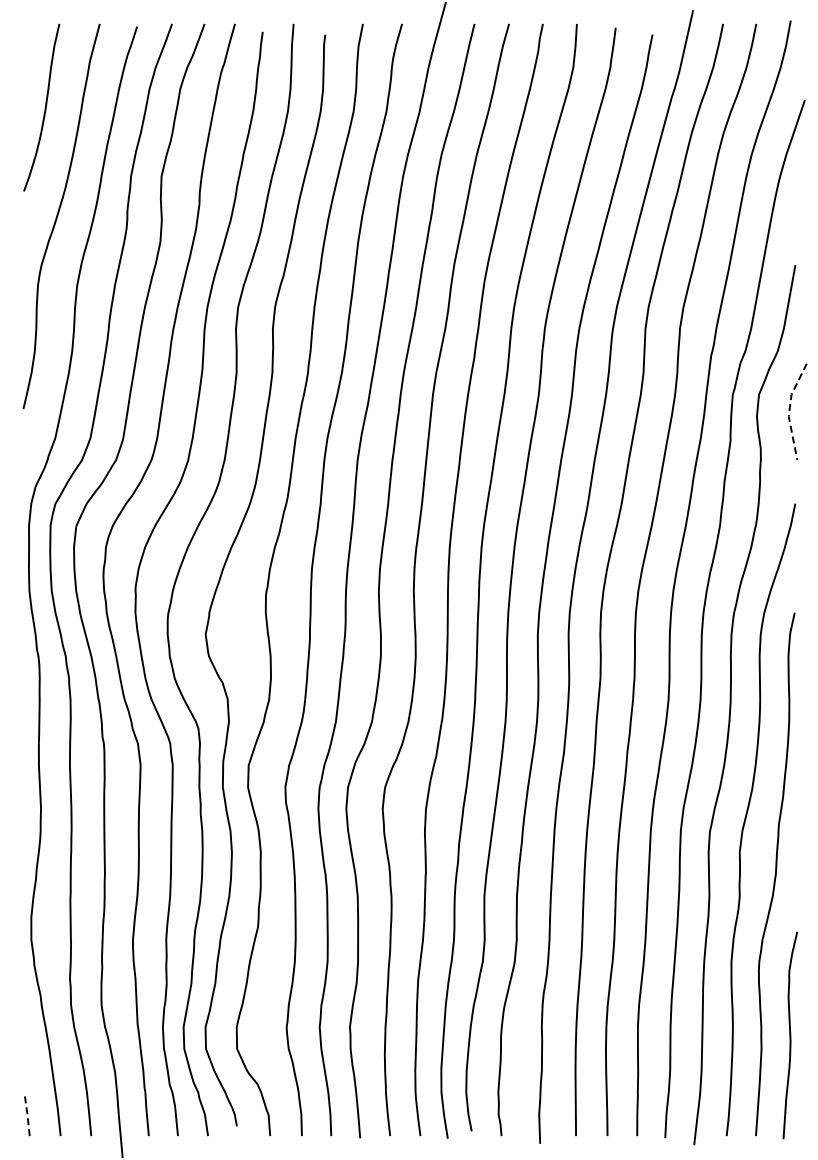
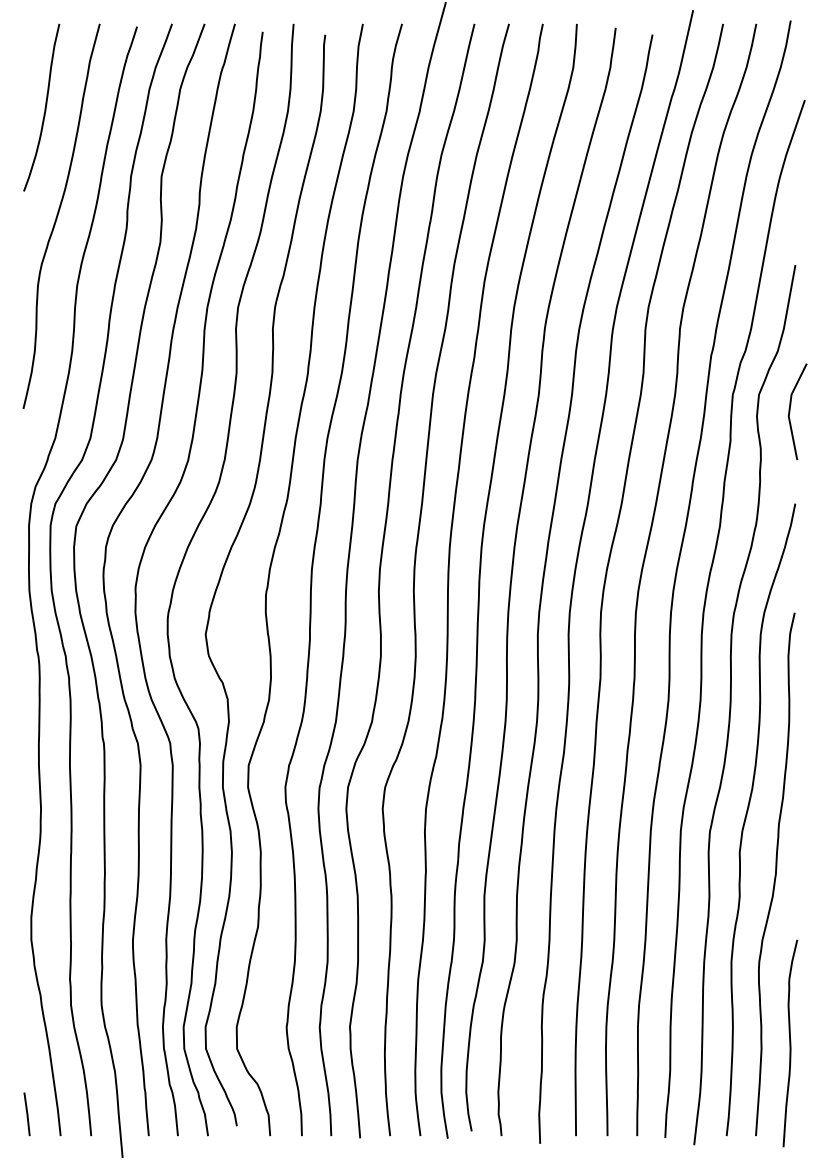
line at (789, 410): dashed -> solid
curve at (790, 1035) position: (790, 1035) -> (790, 1043)
line at (27, 1114): dashed -> solid
